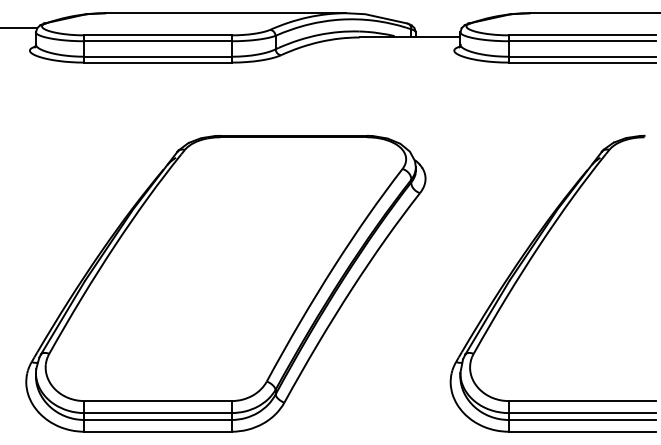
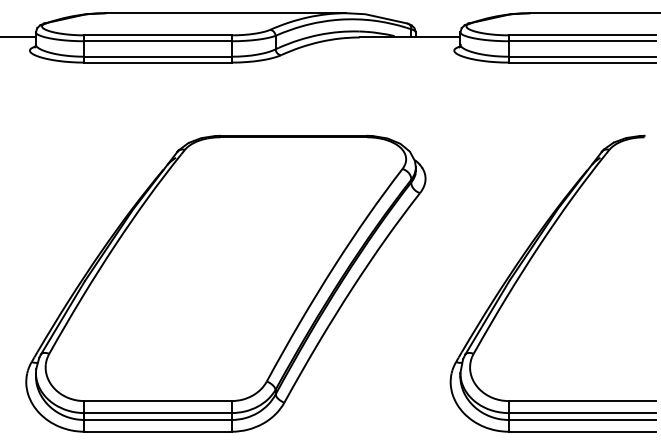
line at (18, 28) position: (18, 28) -> (18, 37)
